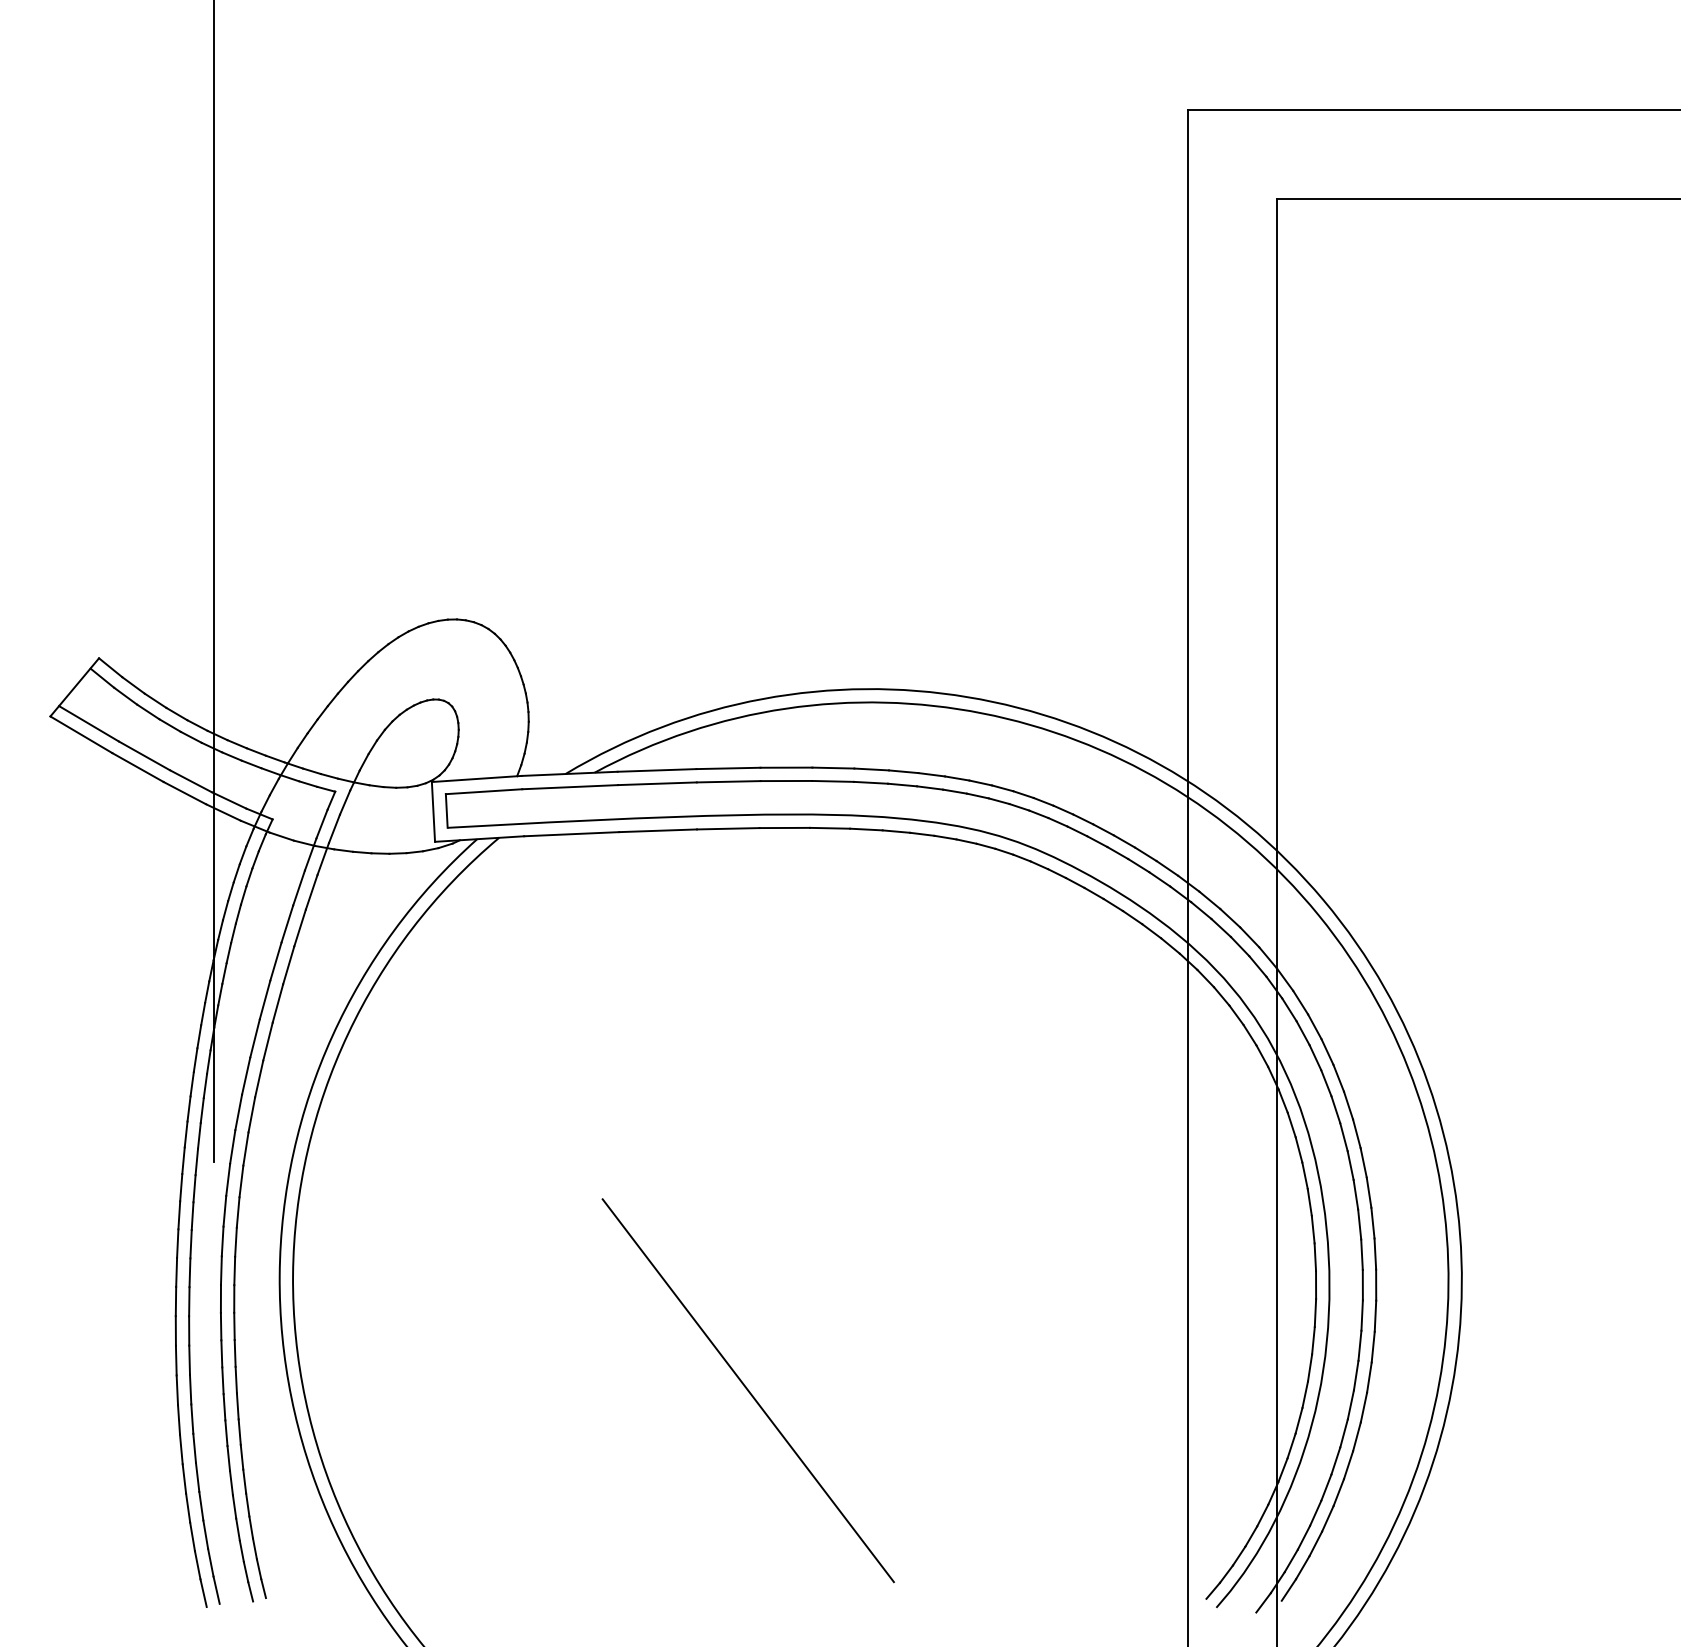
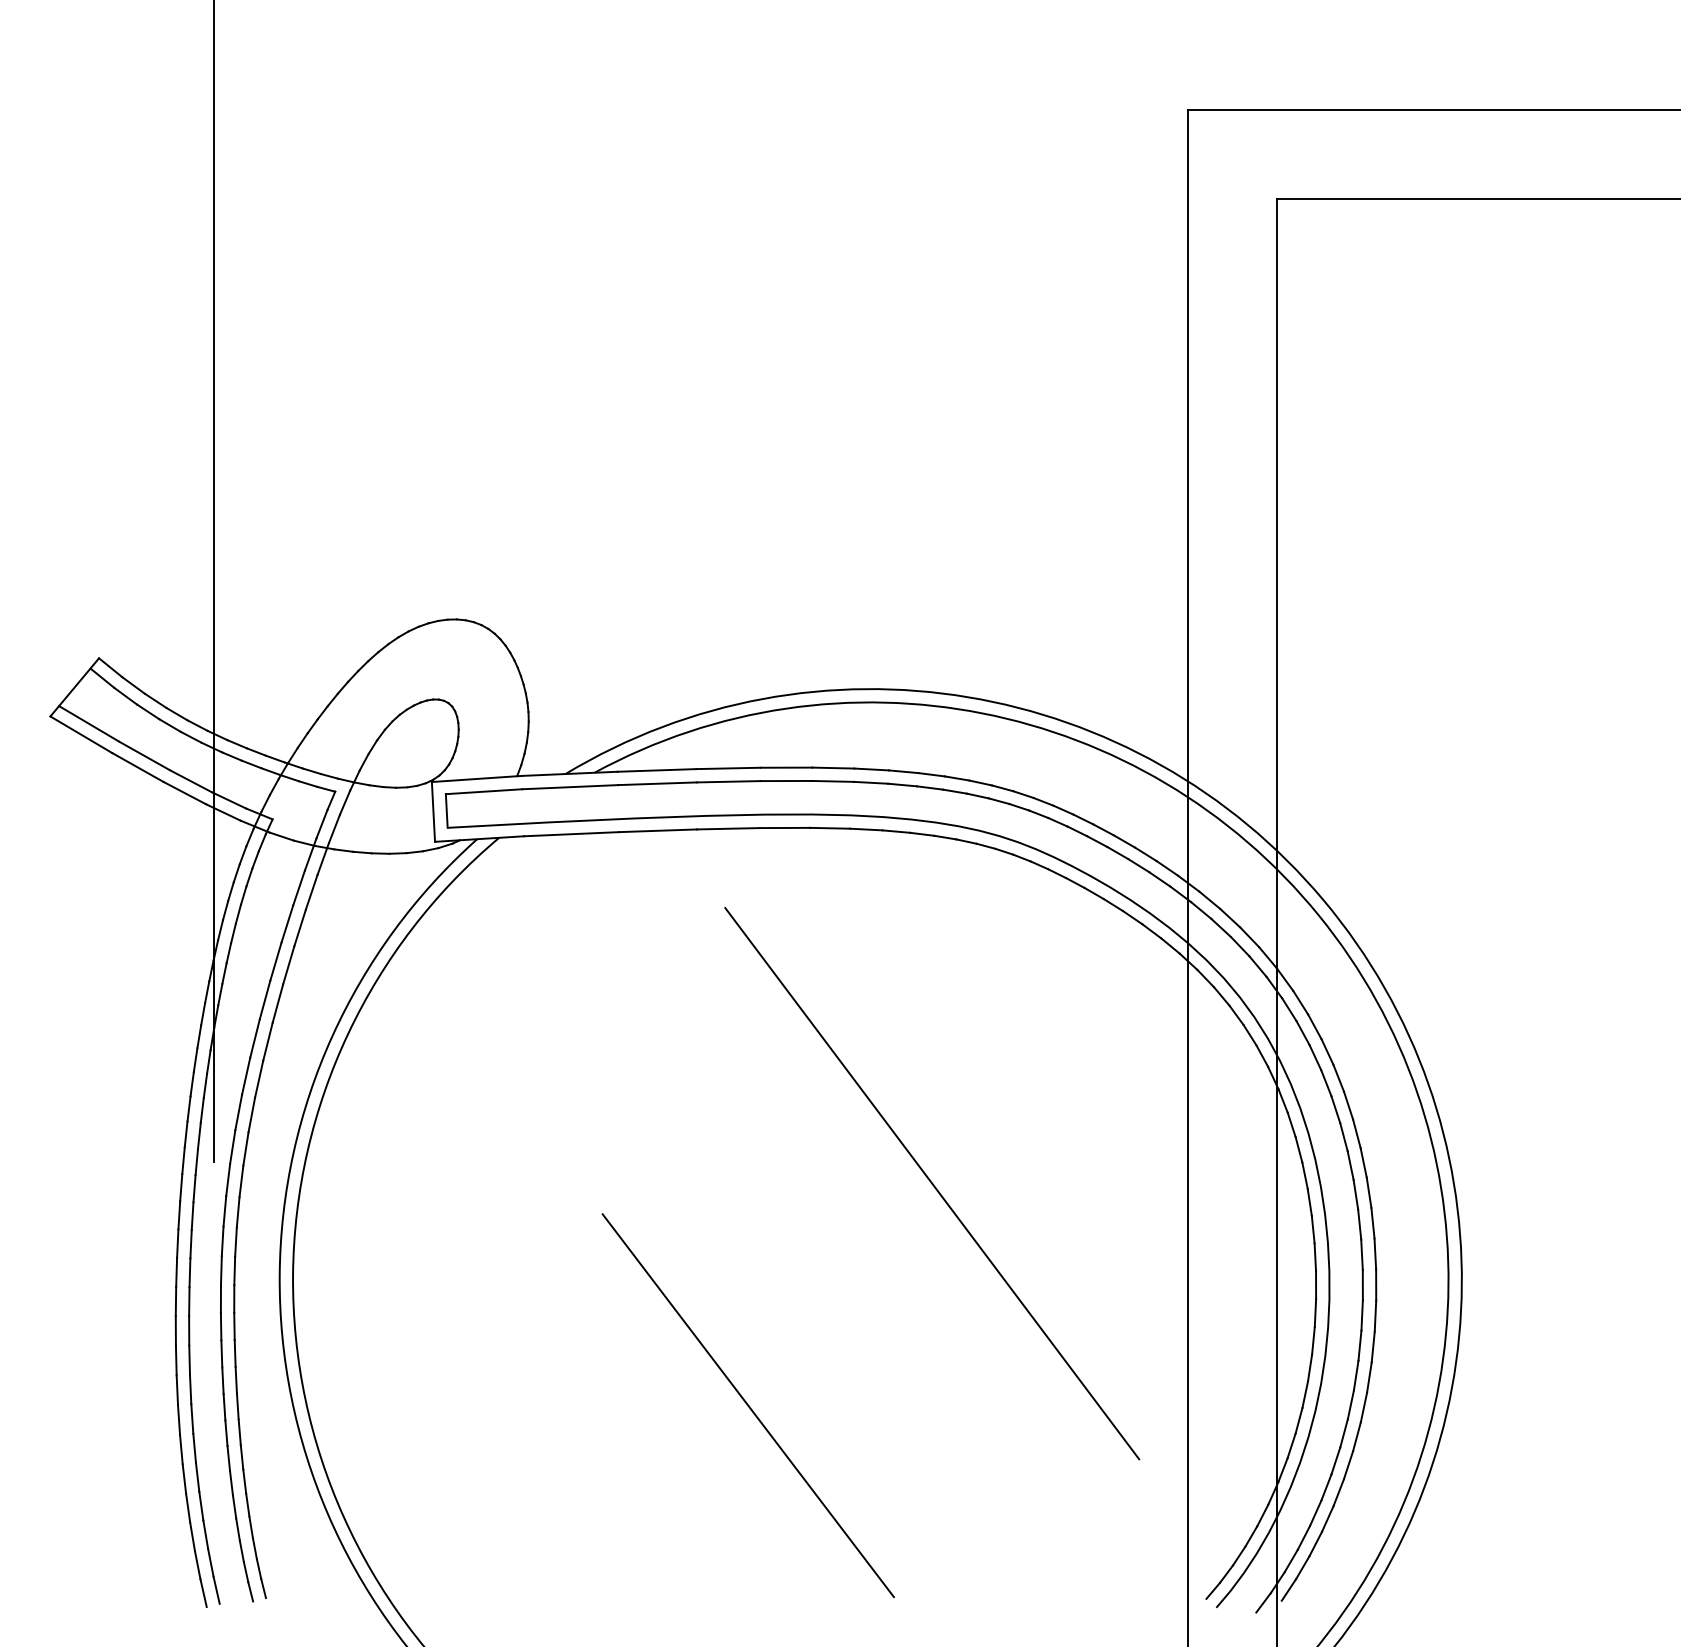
line at (932, 1183): none -> present
line at (747, 1390) position: (747, 1390) -> (747, 1405)
